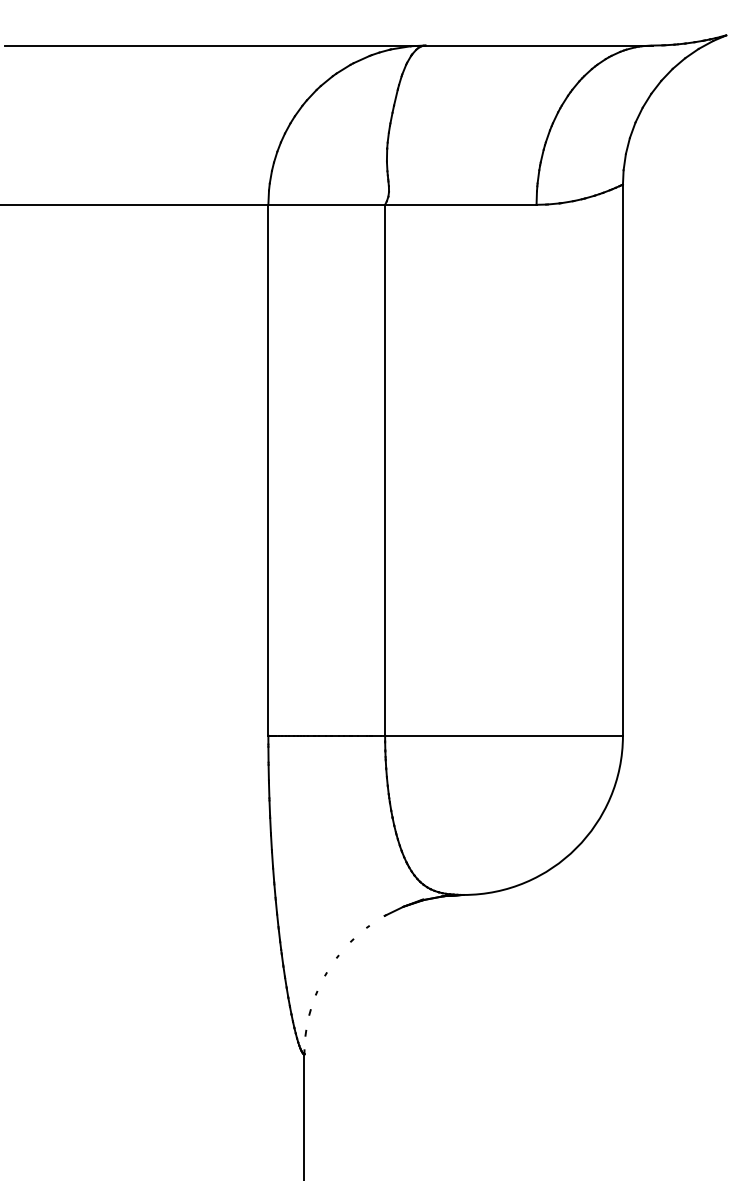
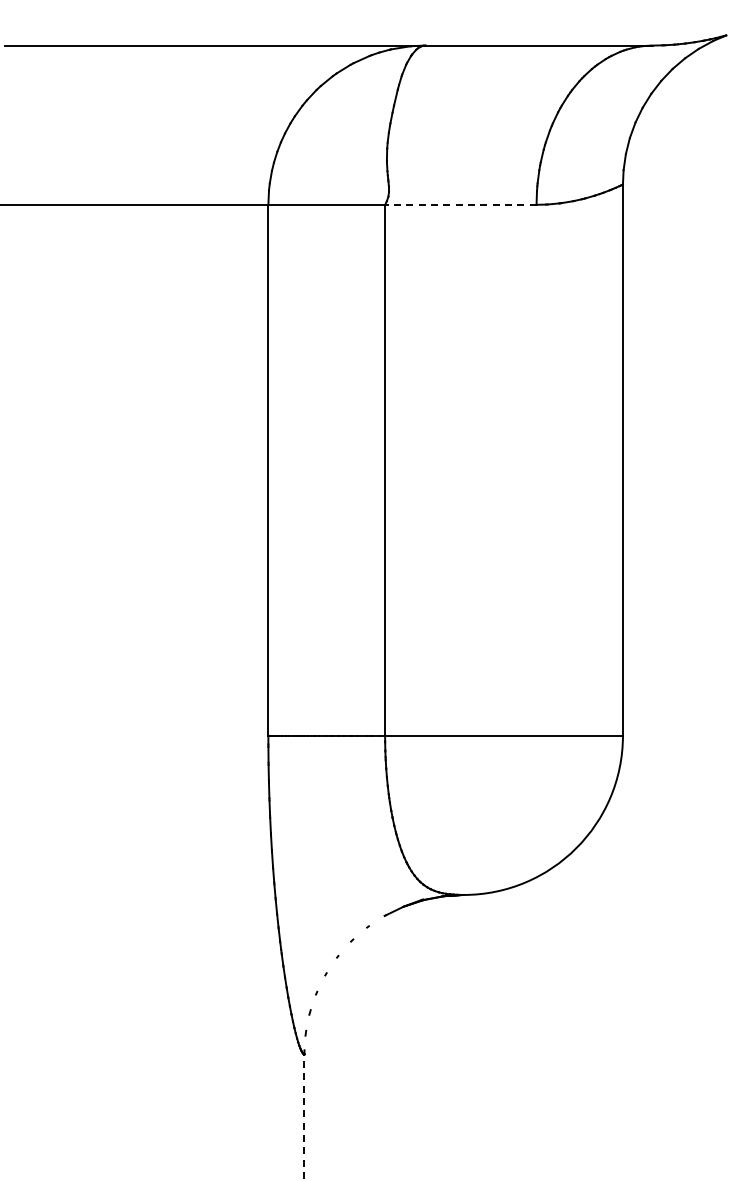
line at (460, 204): solid -> dashed
line at (304, 1117): solid -> dashed
